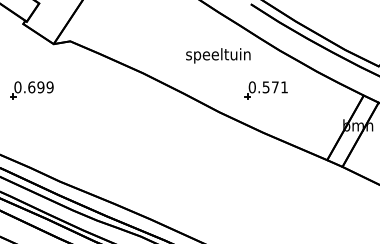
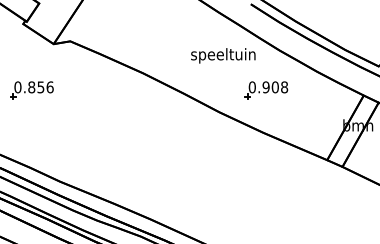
text at (218, 55) position: (218, 55) -> (223, 55)
text at (40, 87): 0.699 -> 0.856
text at (275, 87): 0.571 -> 0.908
